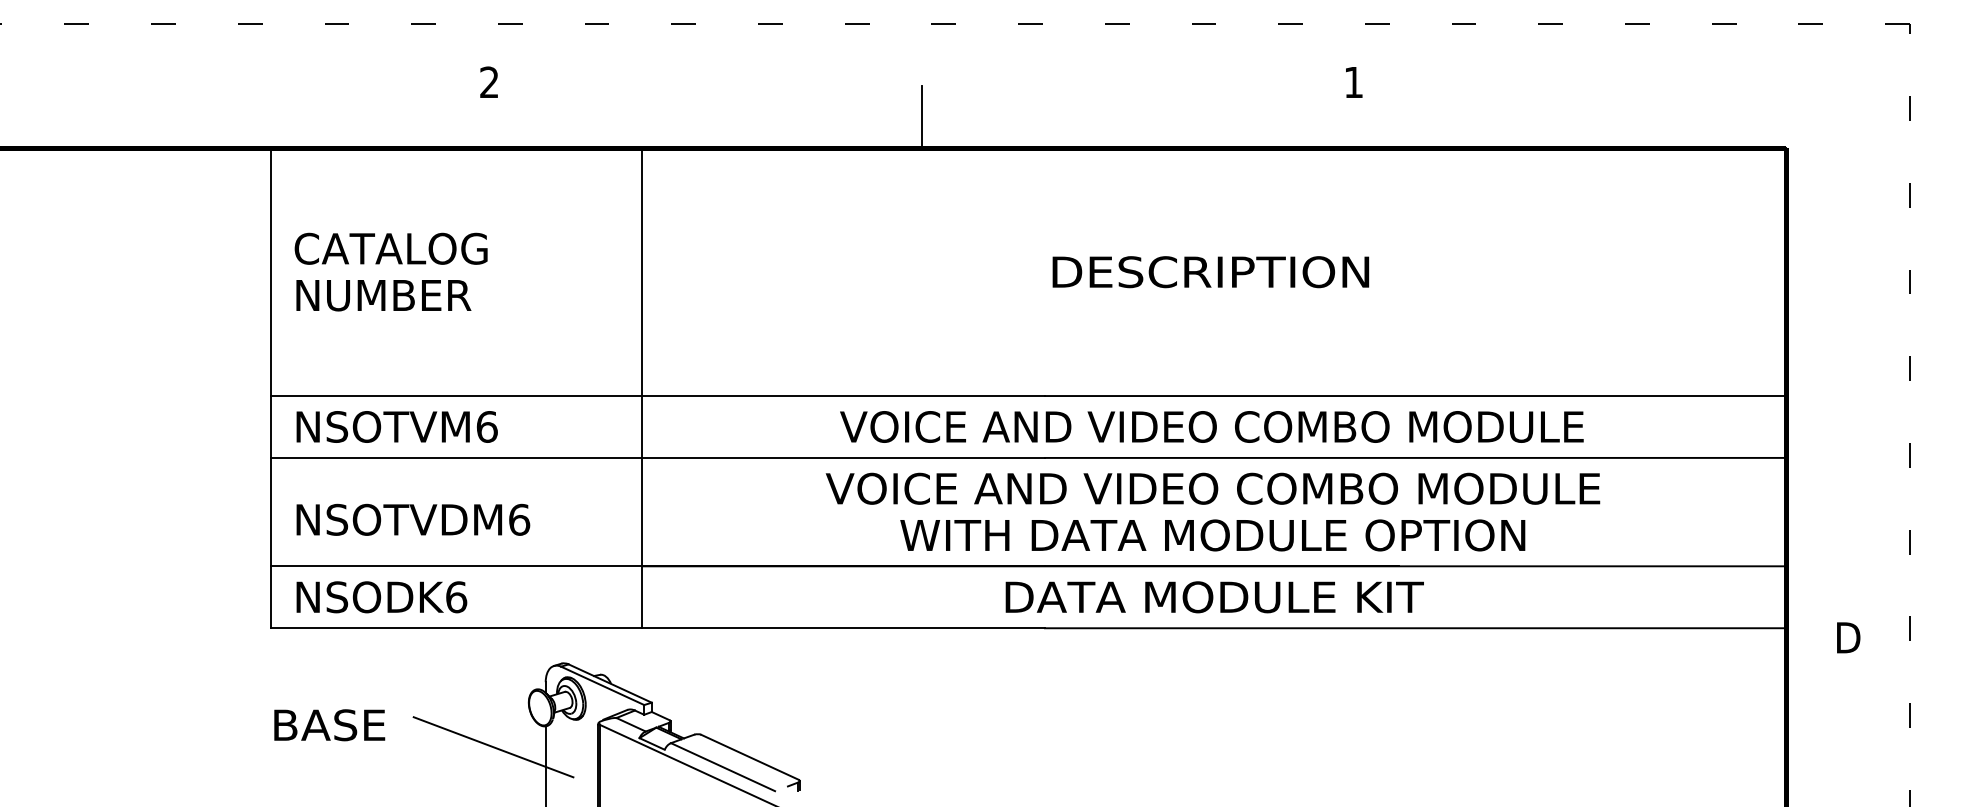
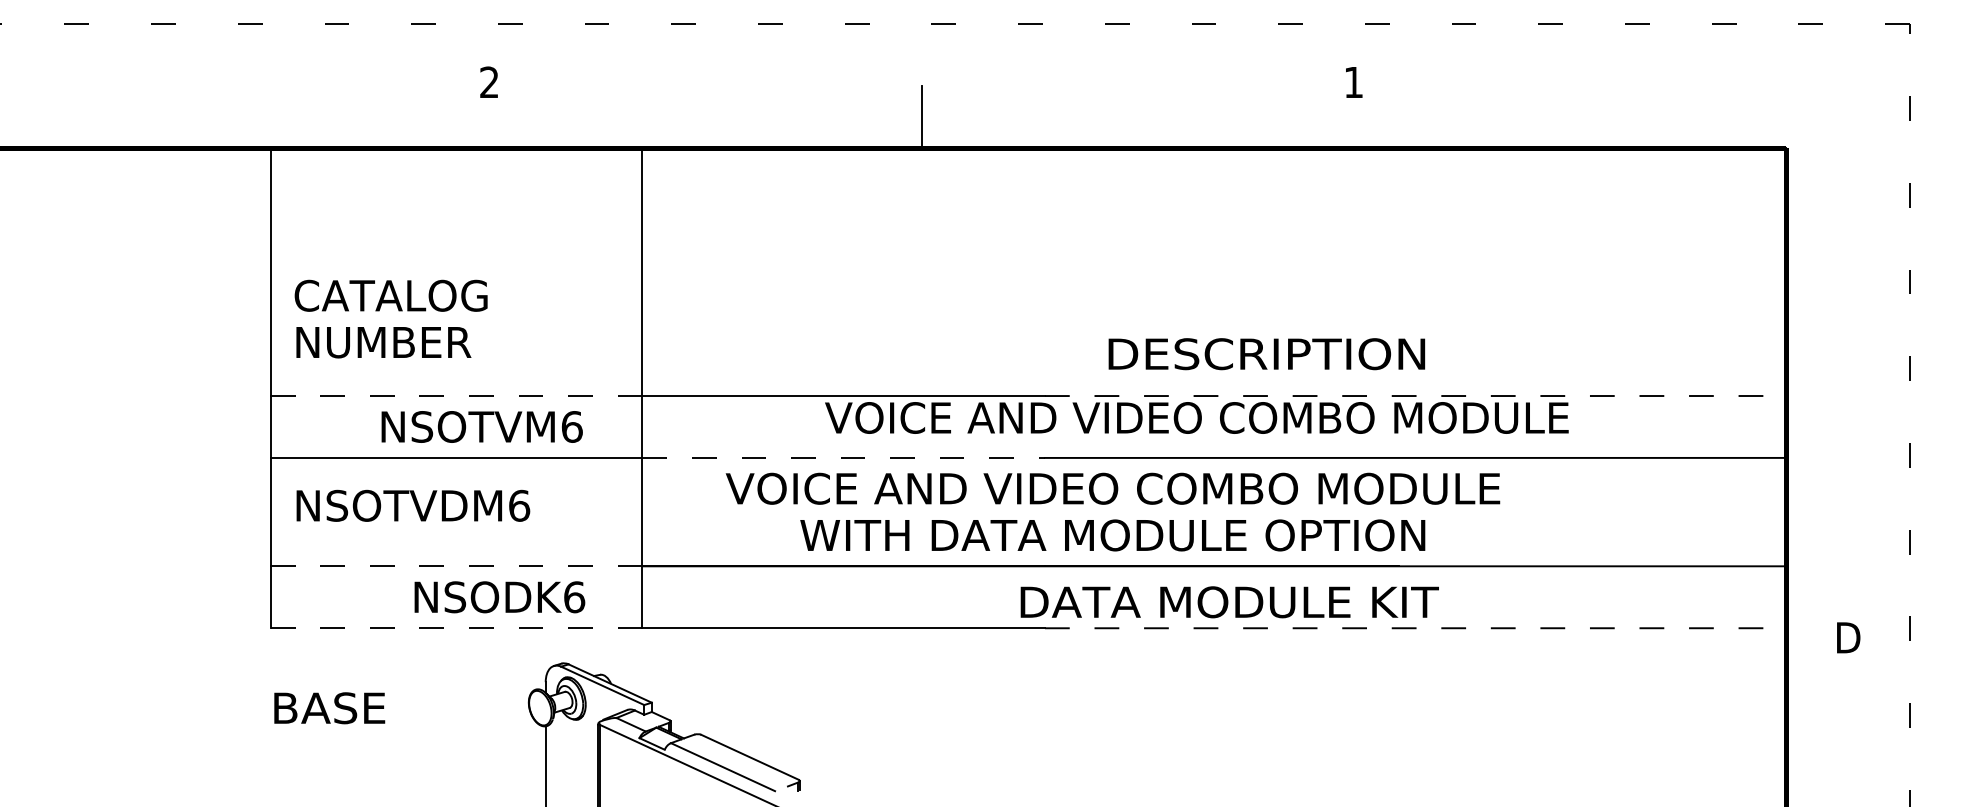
text at (390, 271) position: (390, 271) -> (390, 318)
text at (1210, 272) position: (1210, 272) -> (1266, 354)
line at (456, 396): solid -> dashed
line at (1415, 396): solid -> dashed
text at (396, 426) position: (396, 426) -> (481, 426)
text at (1211, 426) position: (1211, 426) -> (1196, 417)
line at (844, 457): solid -> dashed
text at (1212, 511) position: (1212, 511) -> (1112, 511)
text at (413, 519) position: (413, 519) -> (413, 505)
line at (456, 566): solid -> dashed
text at (381, 597) position: (381, 597) -> (499, 597)
text at (1214, 597) position: (1214, 597) -> (1229, 602)
line at (456, 628): solid -> dashed
line at (1415, 628): solid -> dashed
text at (329, 725) position: (329, 725) -> (329, 708)
line at (493, 747): present -> none
